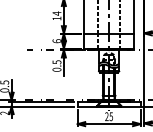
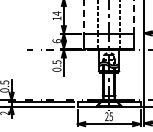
line at (84, 17): solid -> dashed
line at (134, 17): solid -> dashed
